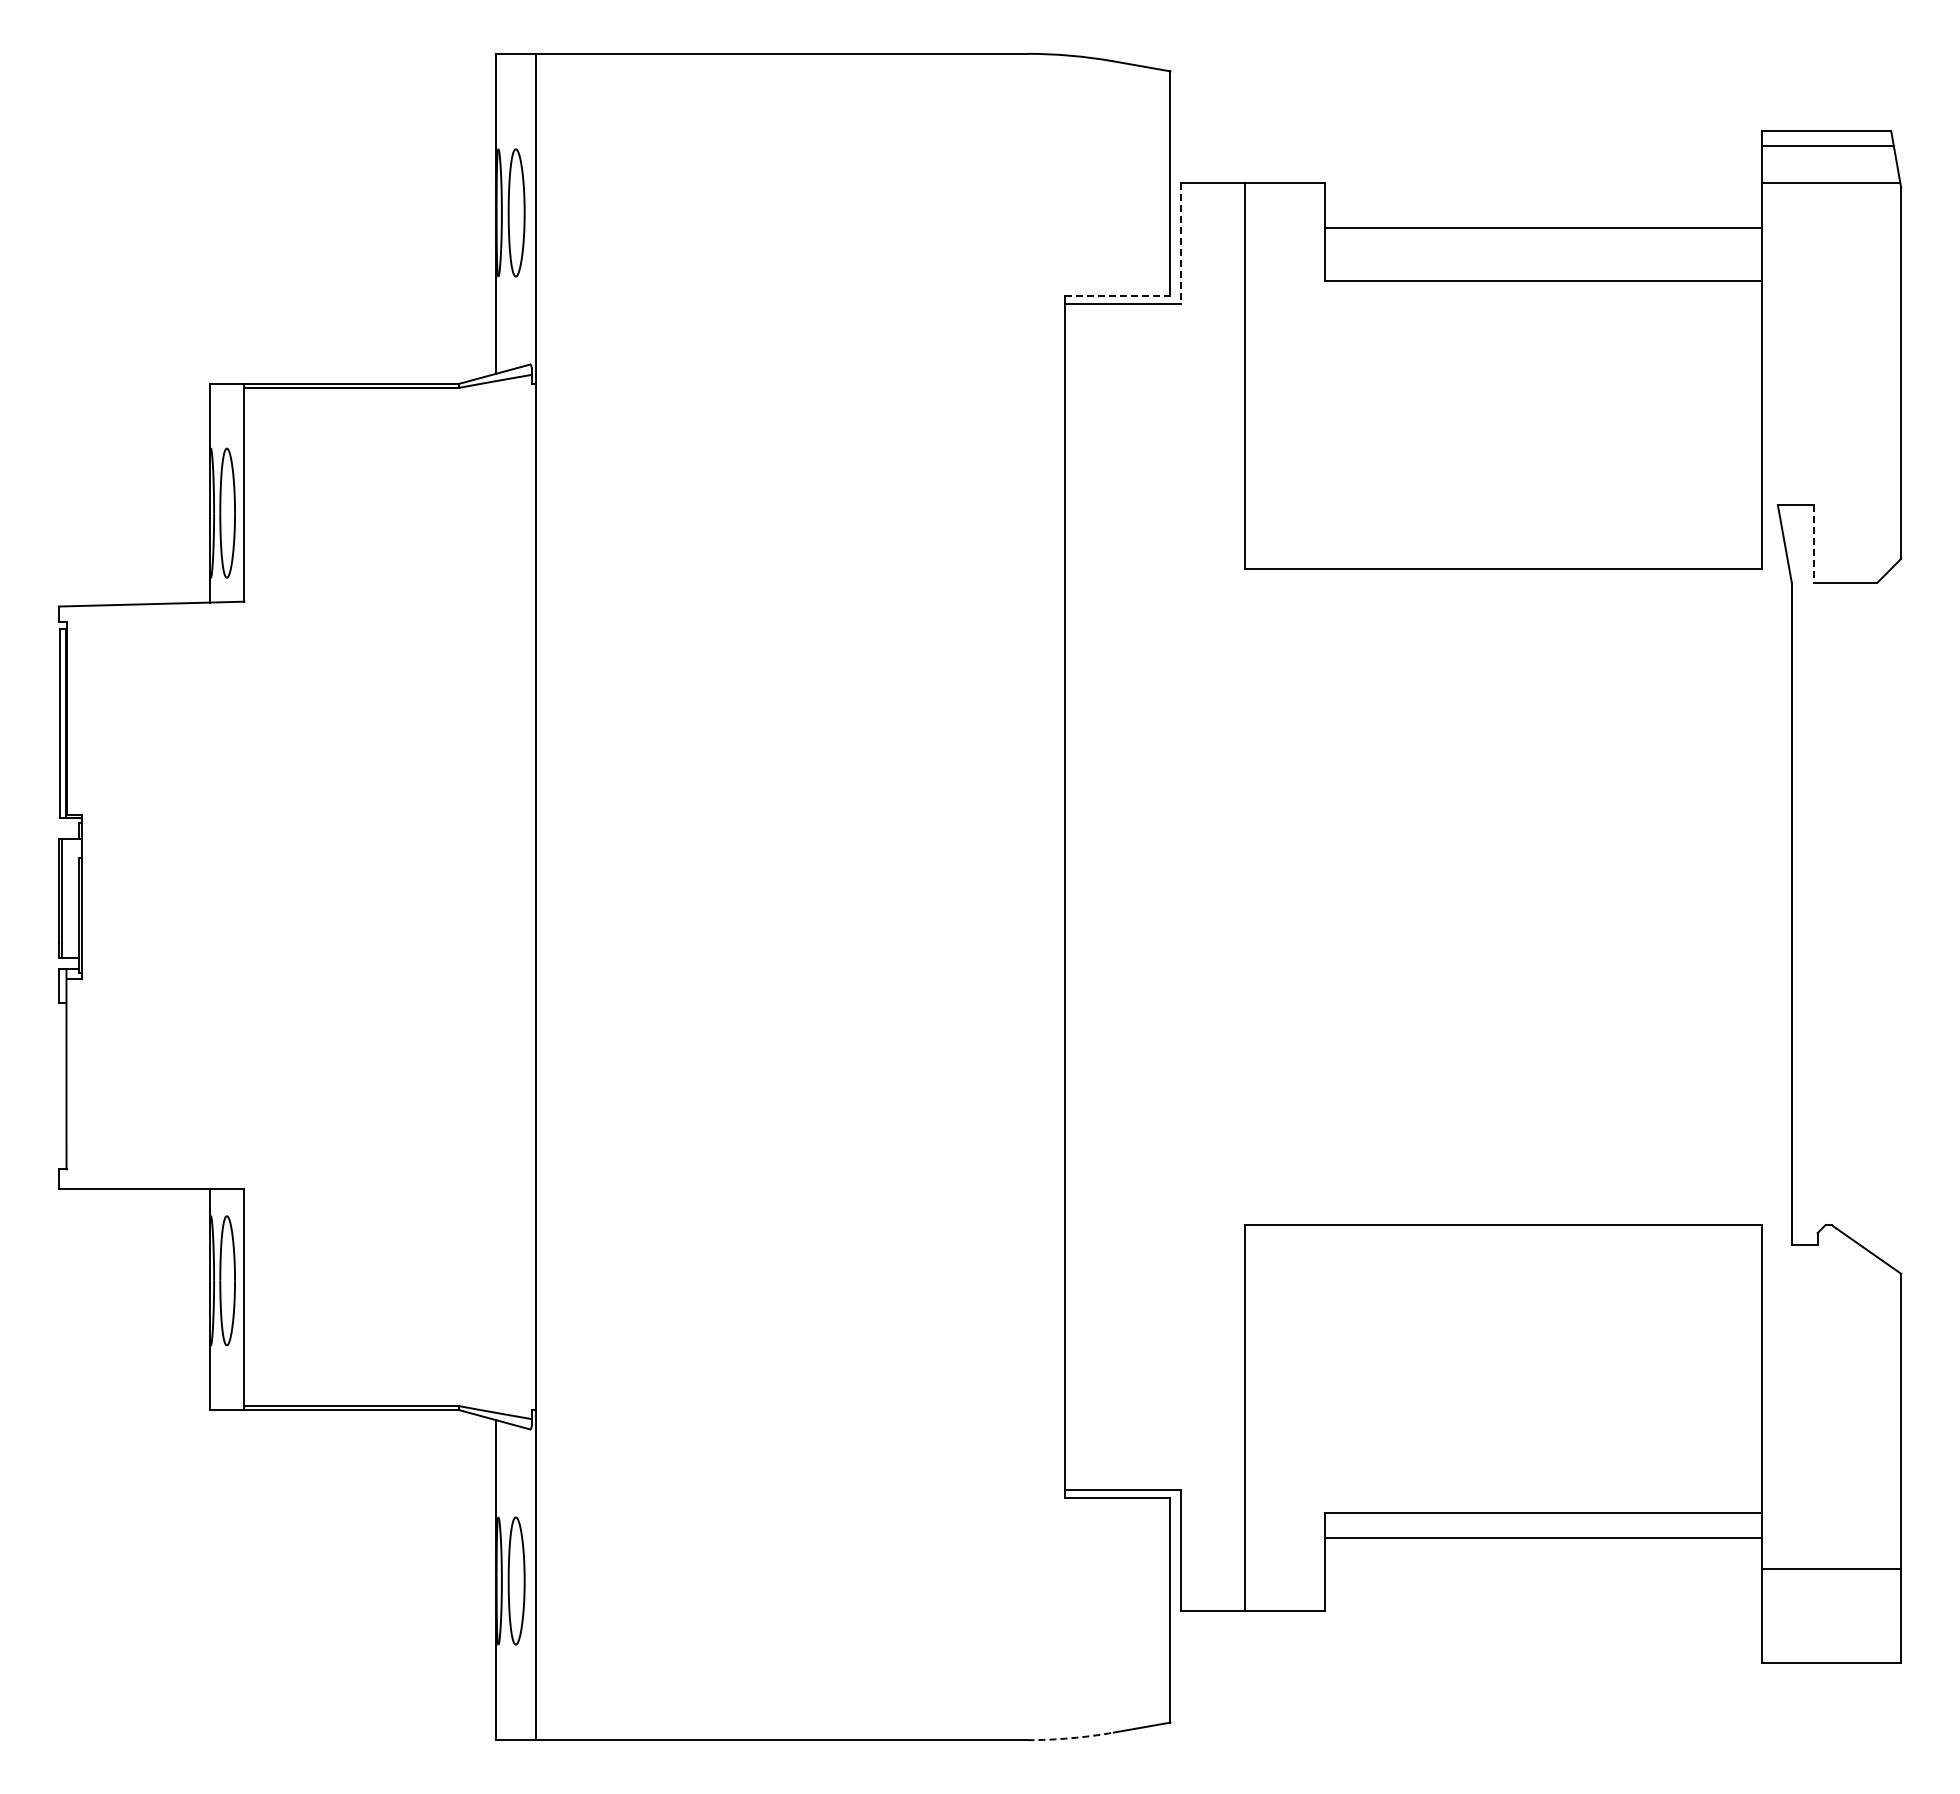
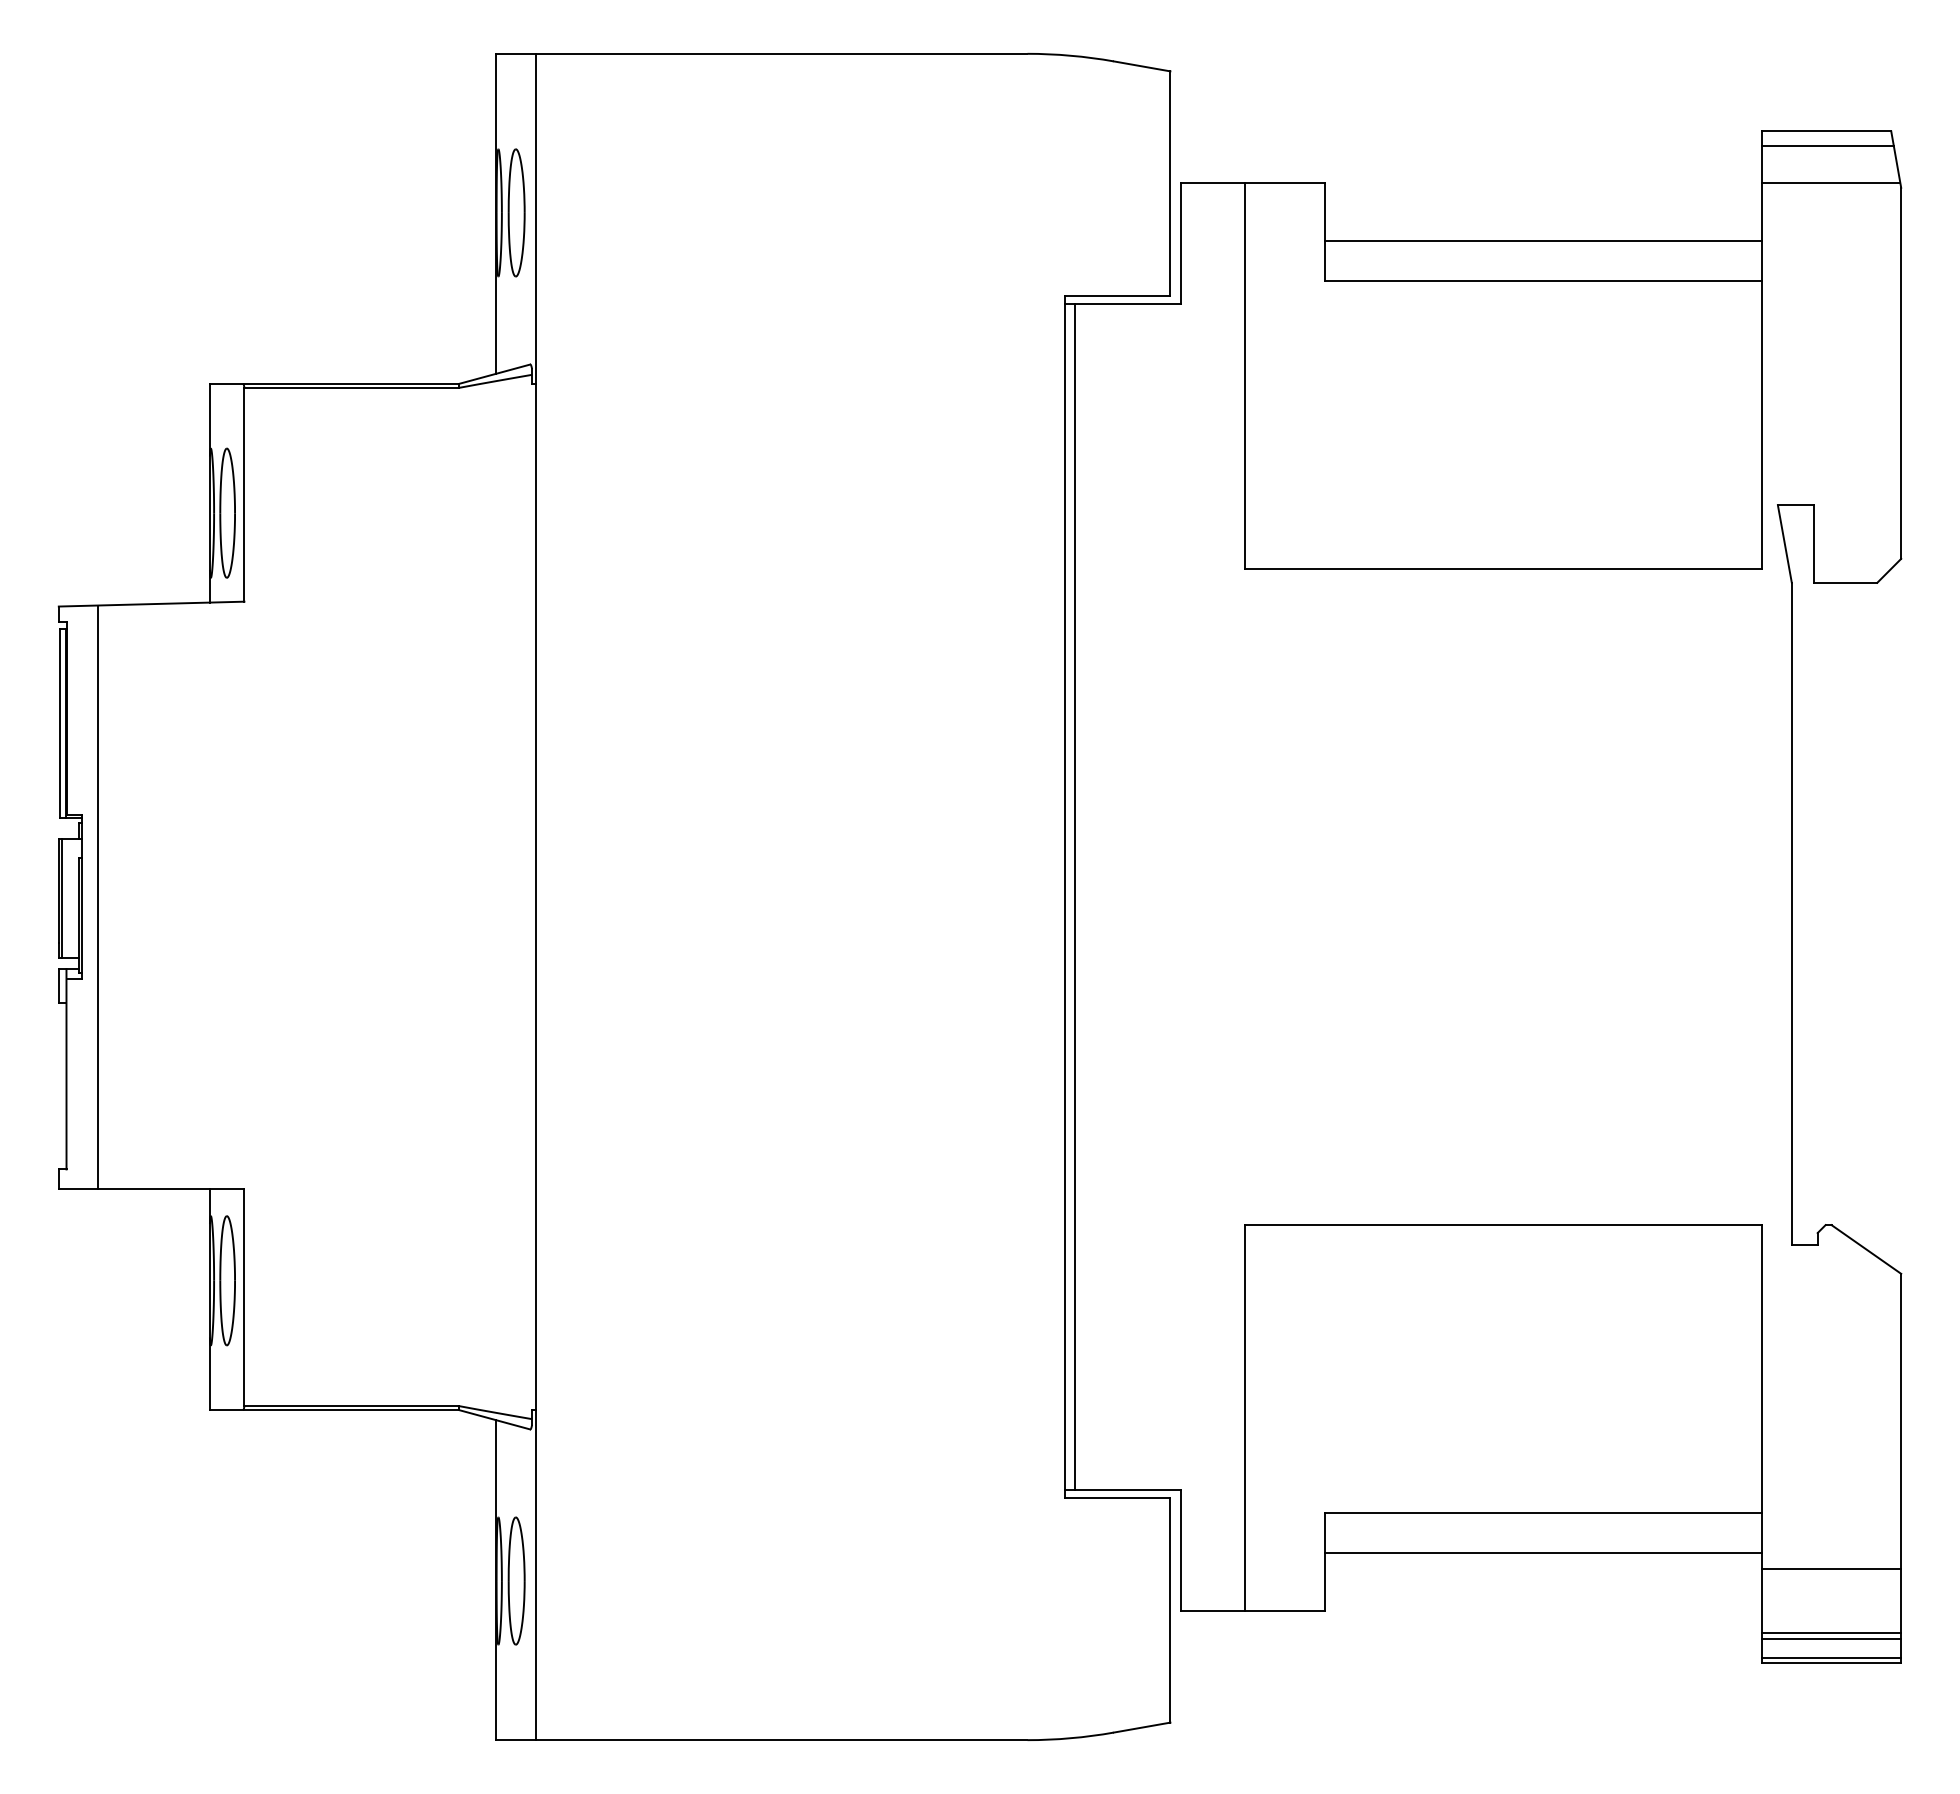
line at (1543, 227) position: (1543, 227) -> (1543, 240)
line at (1181, 243): dashed -> solid
line at (1117, 296): dashed -> solid
line at (1813, 544): dashed -> solid
line at (1074, 896): none -> present
line at (97, 897): none -> present
line at (1543, 1538) position: (1543, 1538) -> (1543, 1553)
line at (1831, 1632): none -> present
line at (1831, 1639): none -> present
line at (1831, 1658): none -> present
arc at (1070, 1738): dashed -> solid
